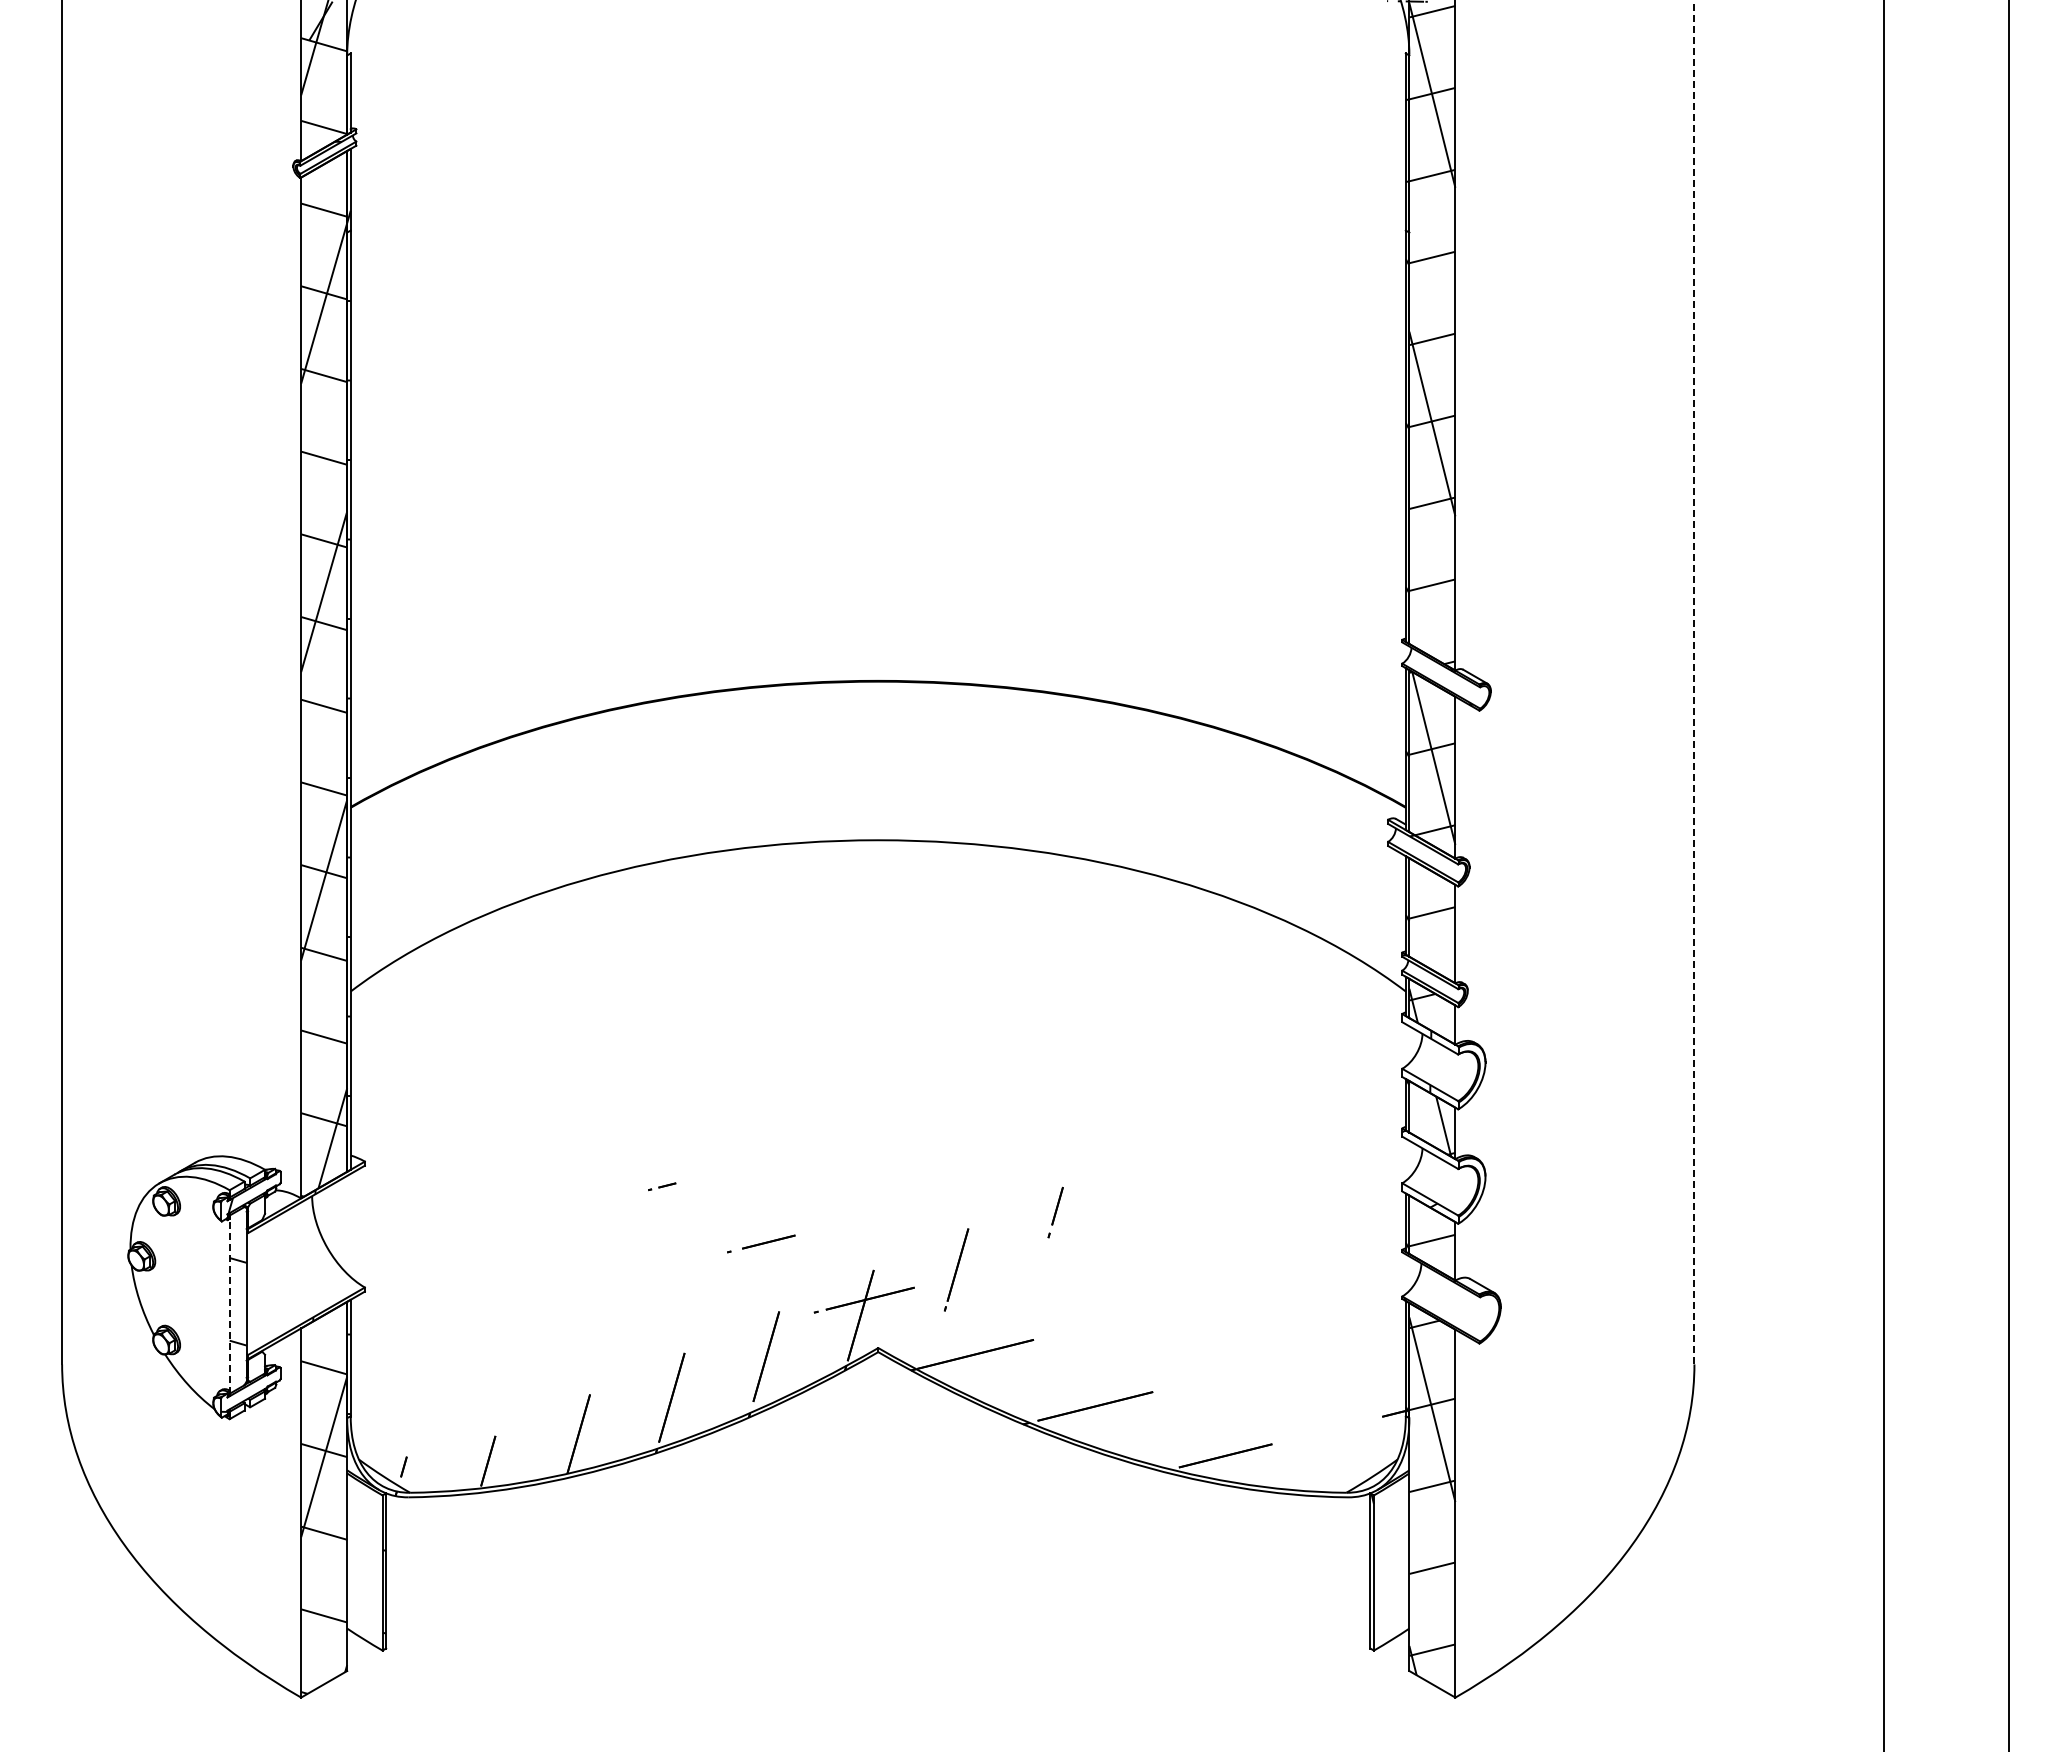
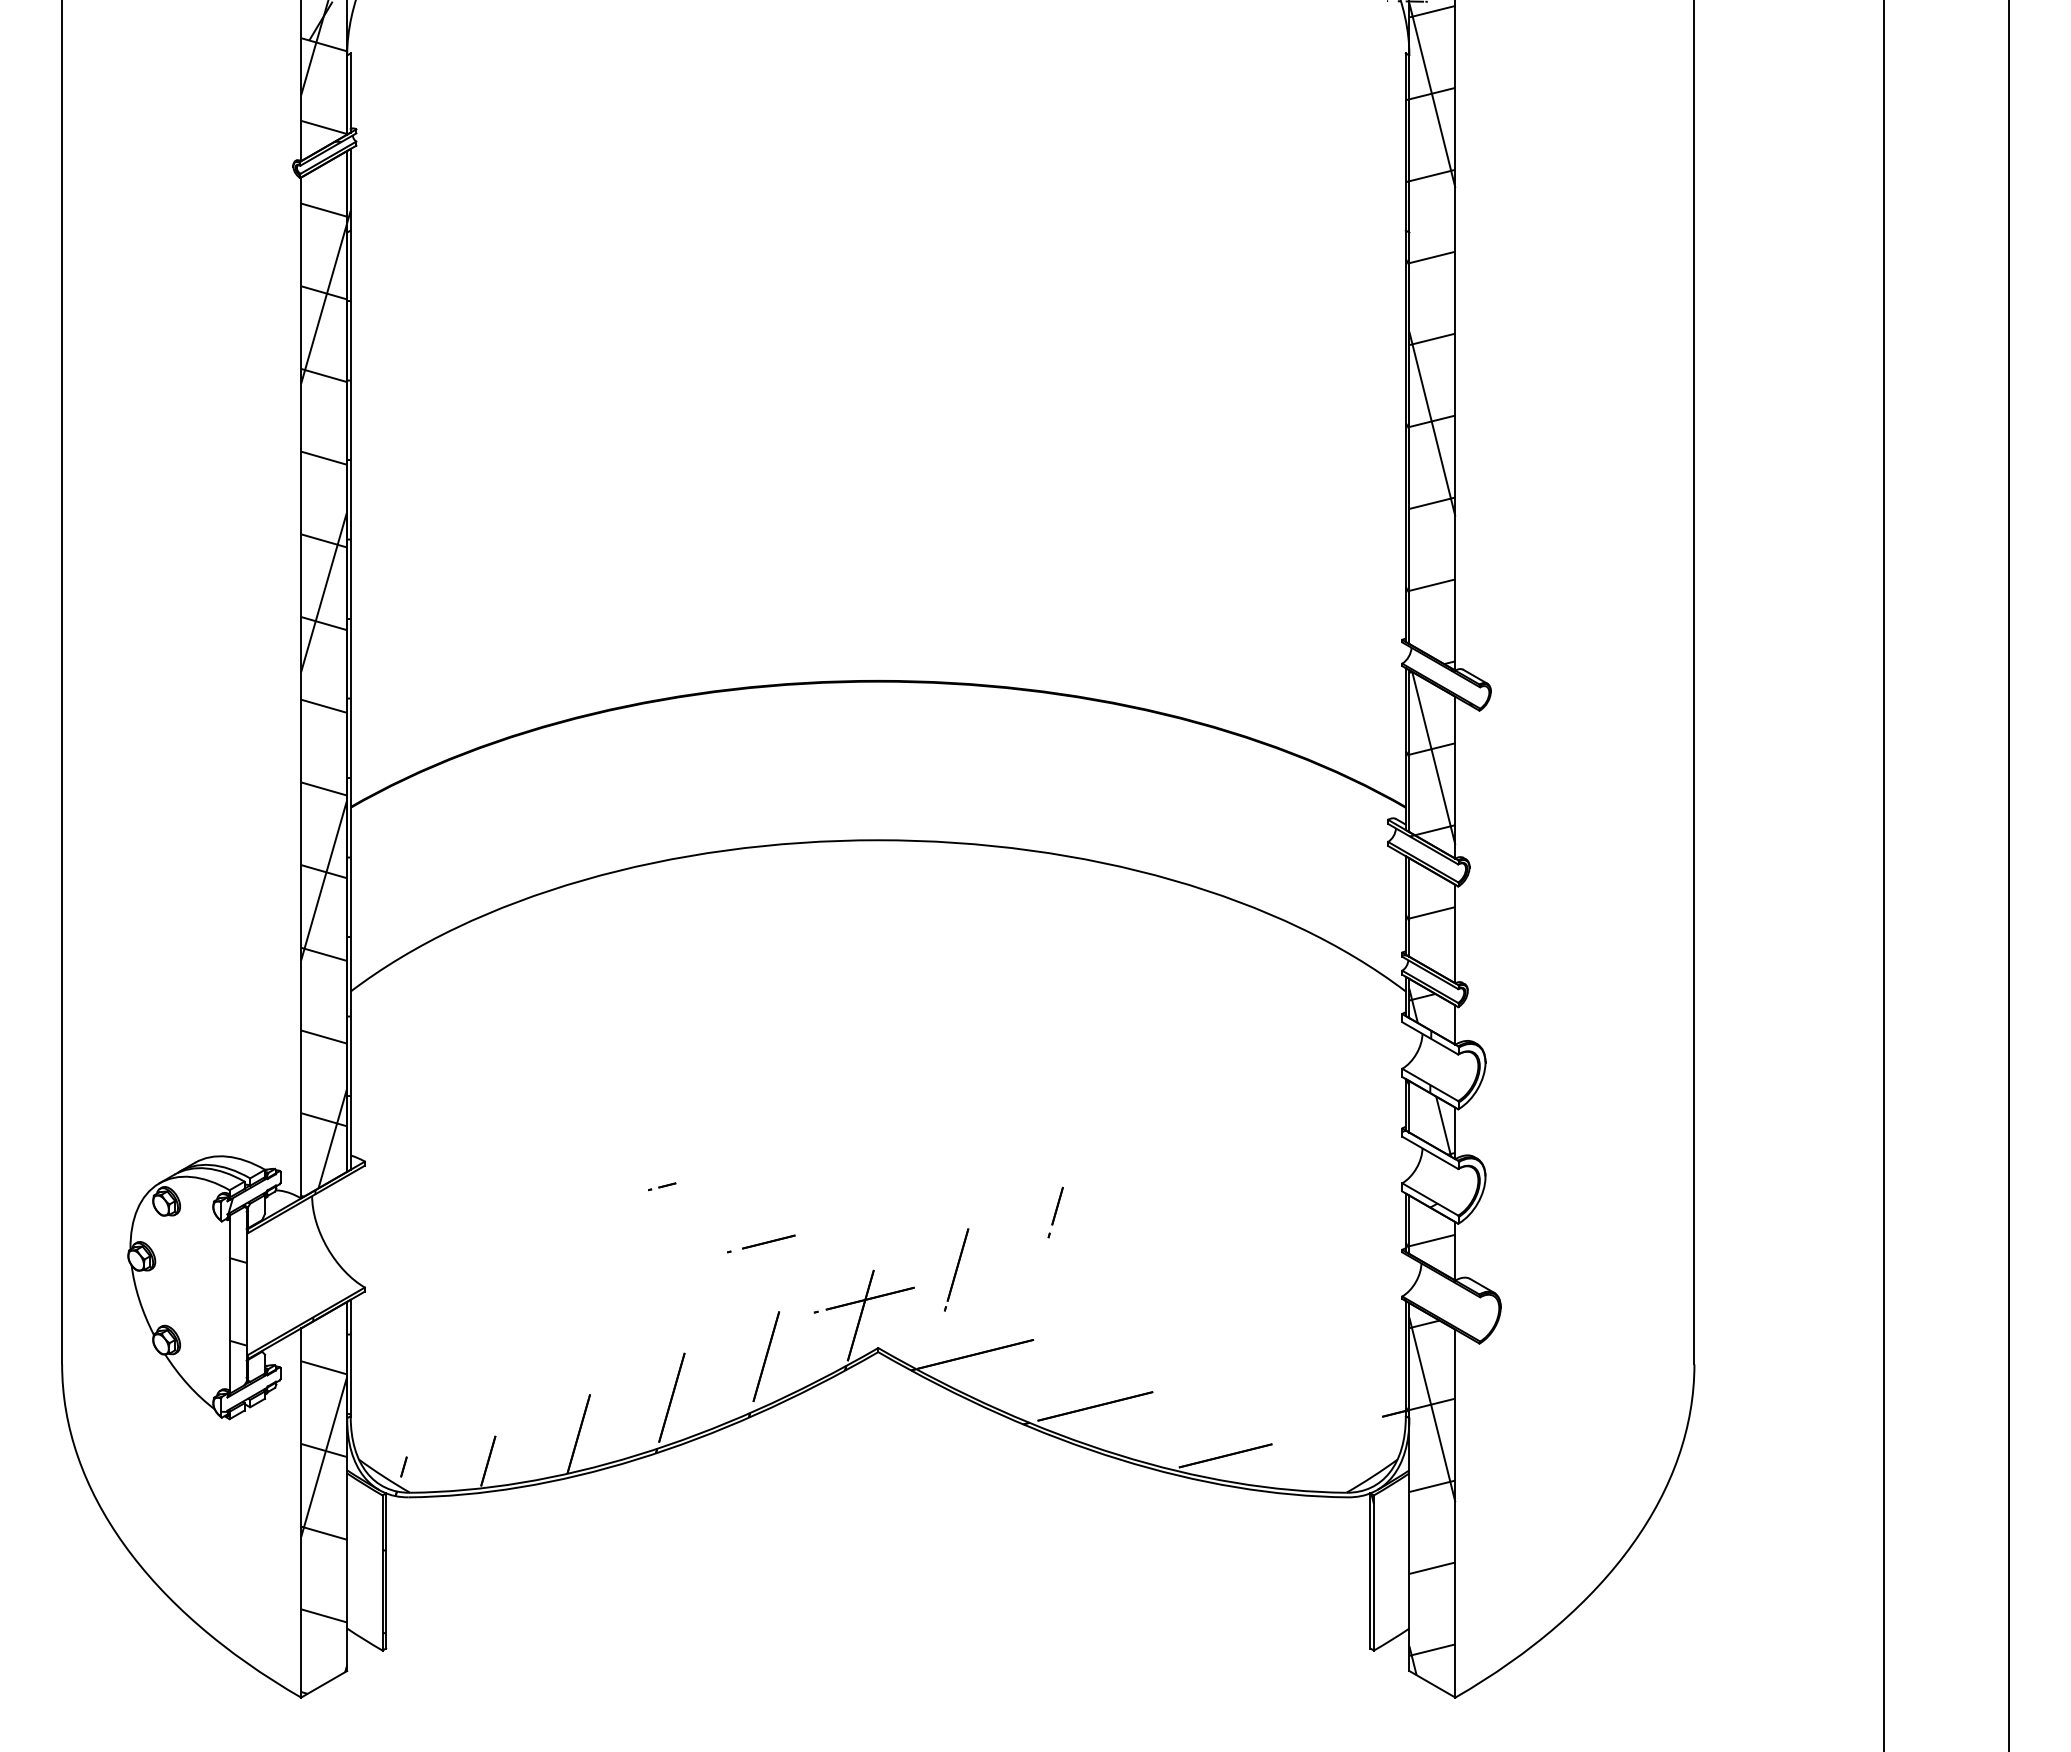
line at (1694, 682): dashed -> solid
line at (229, 1304): dashed -> solid
